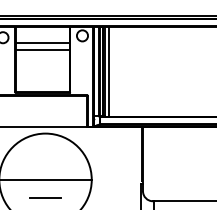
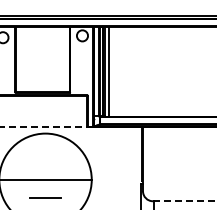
line at (42, 42): present -> none
line at (42, 49): present -> none
line at (43, 126): solid -> dashed
line at (184, 201): solid -> dashed
